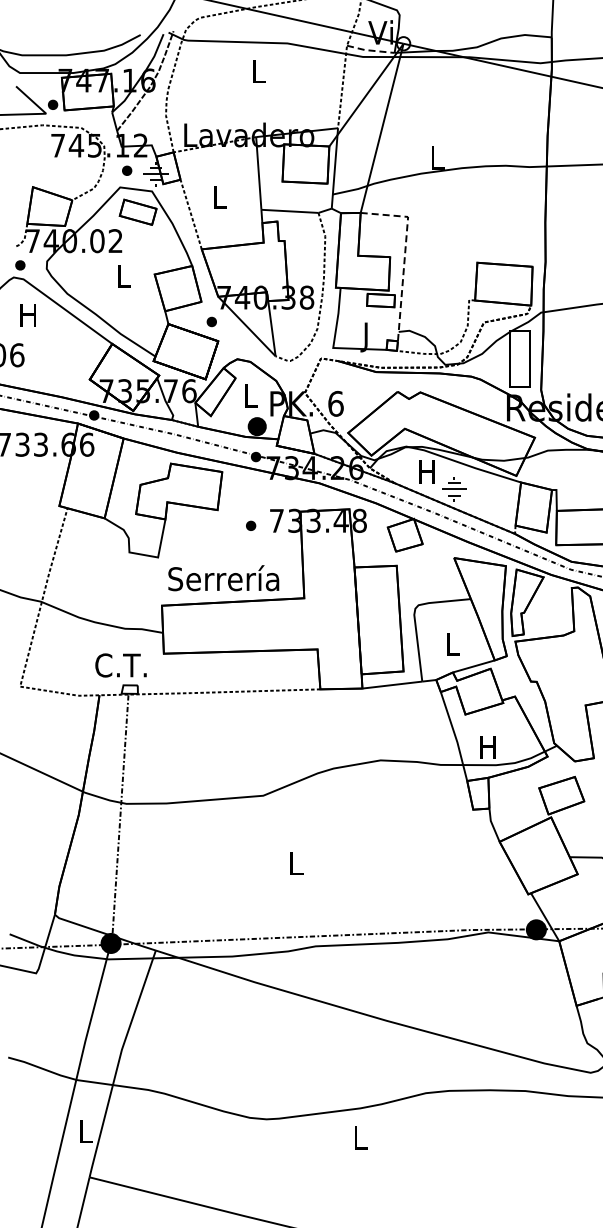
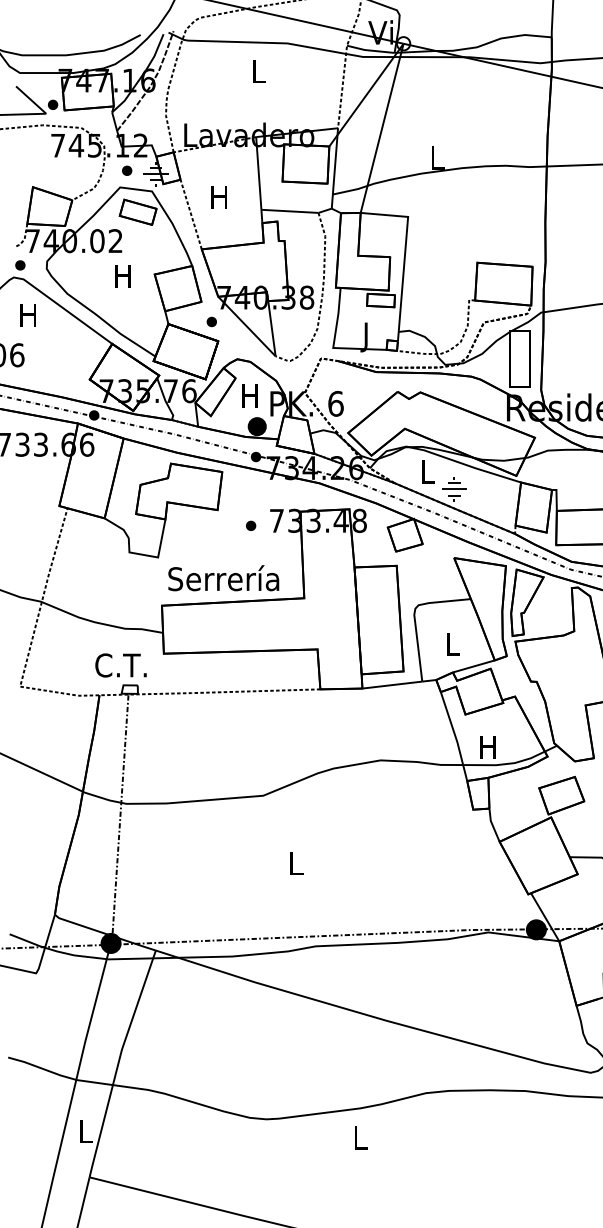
line at (370, 50): dashed -> solid
text at (218, 197): L -> H
line at (405, 254): dashed -> solid
text at (122, 276): L -> H
text at (249, 395): L -> H
text at (426, 471): H -> L
